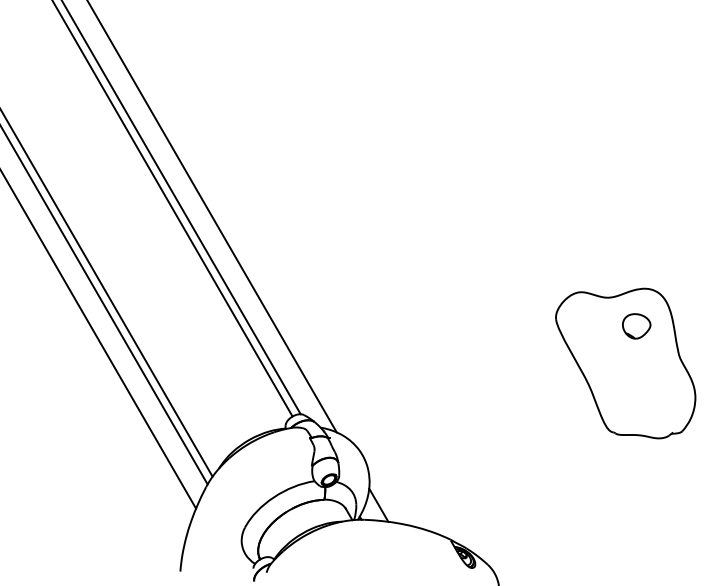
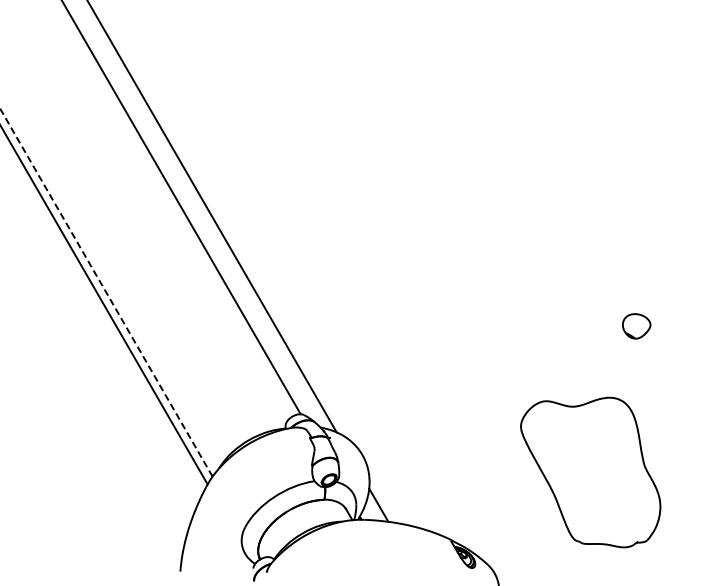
line at (172, 209): present -> none
line at (106, 292): solid -> dashed
line at (99, 340): present -> none
part at (625, 363) position: (625, 363) -> (590, 472)
